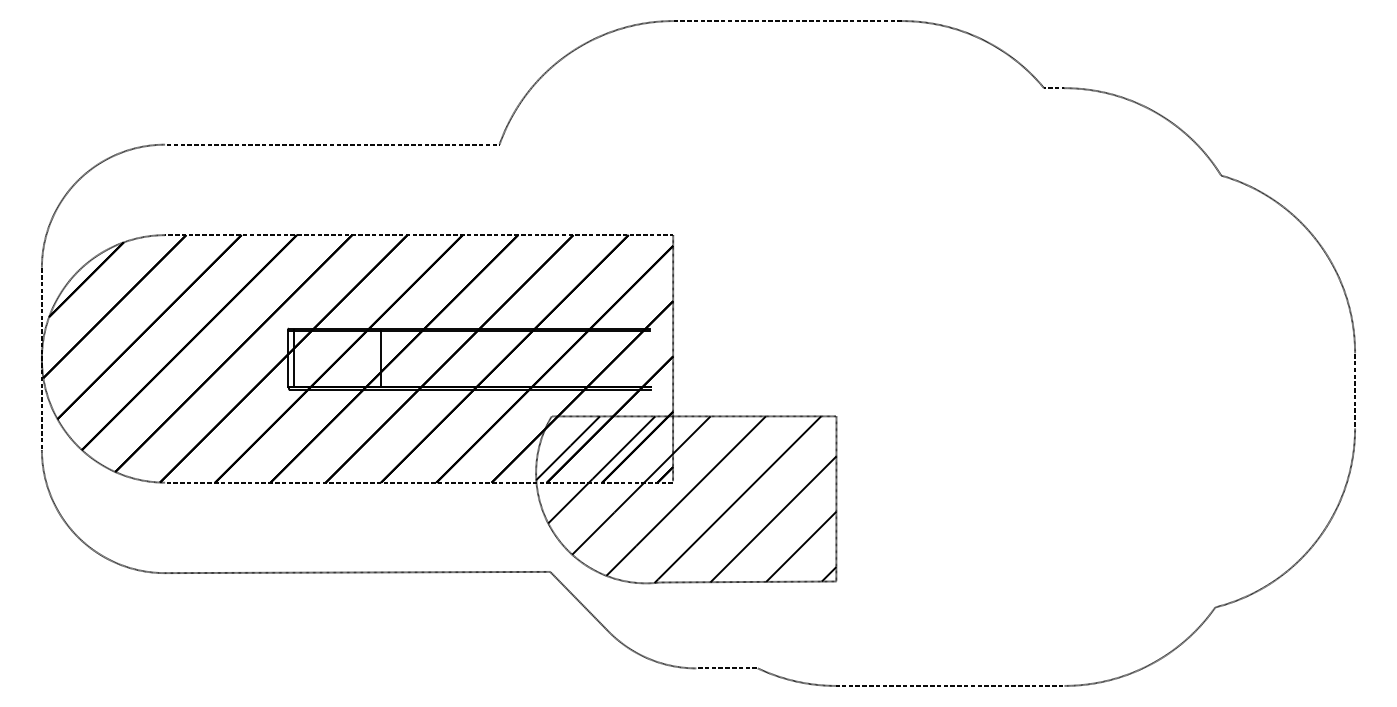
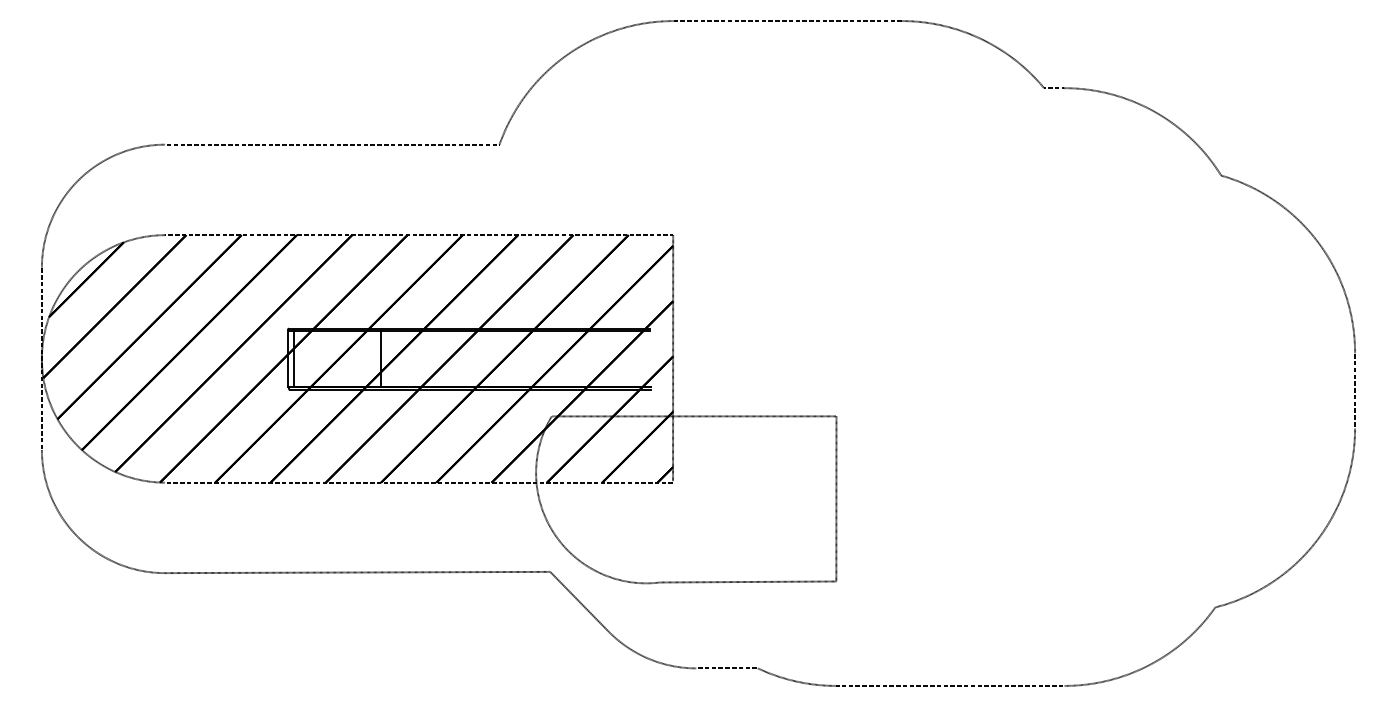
hatch at (686, 499): present -> none
